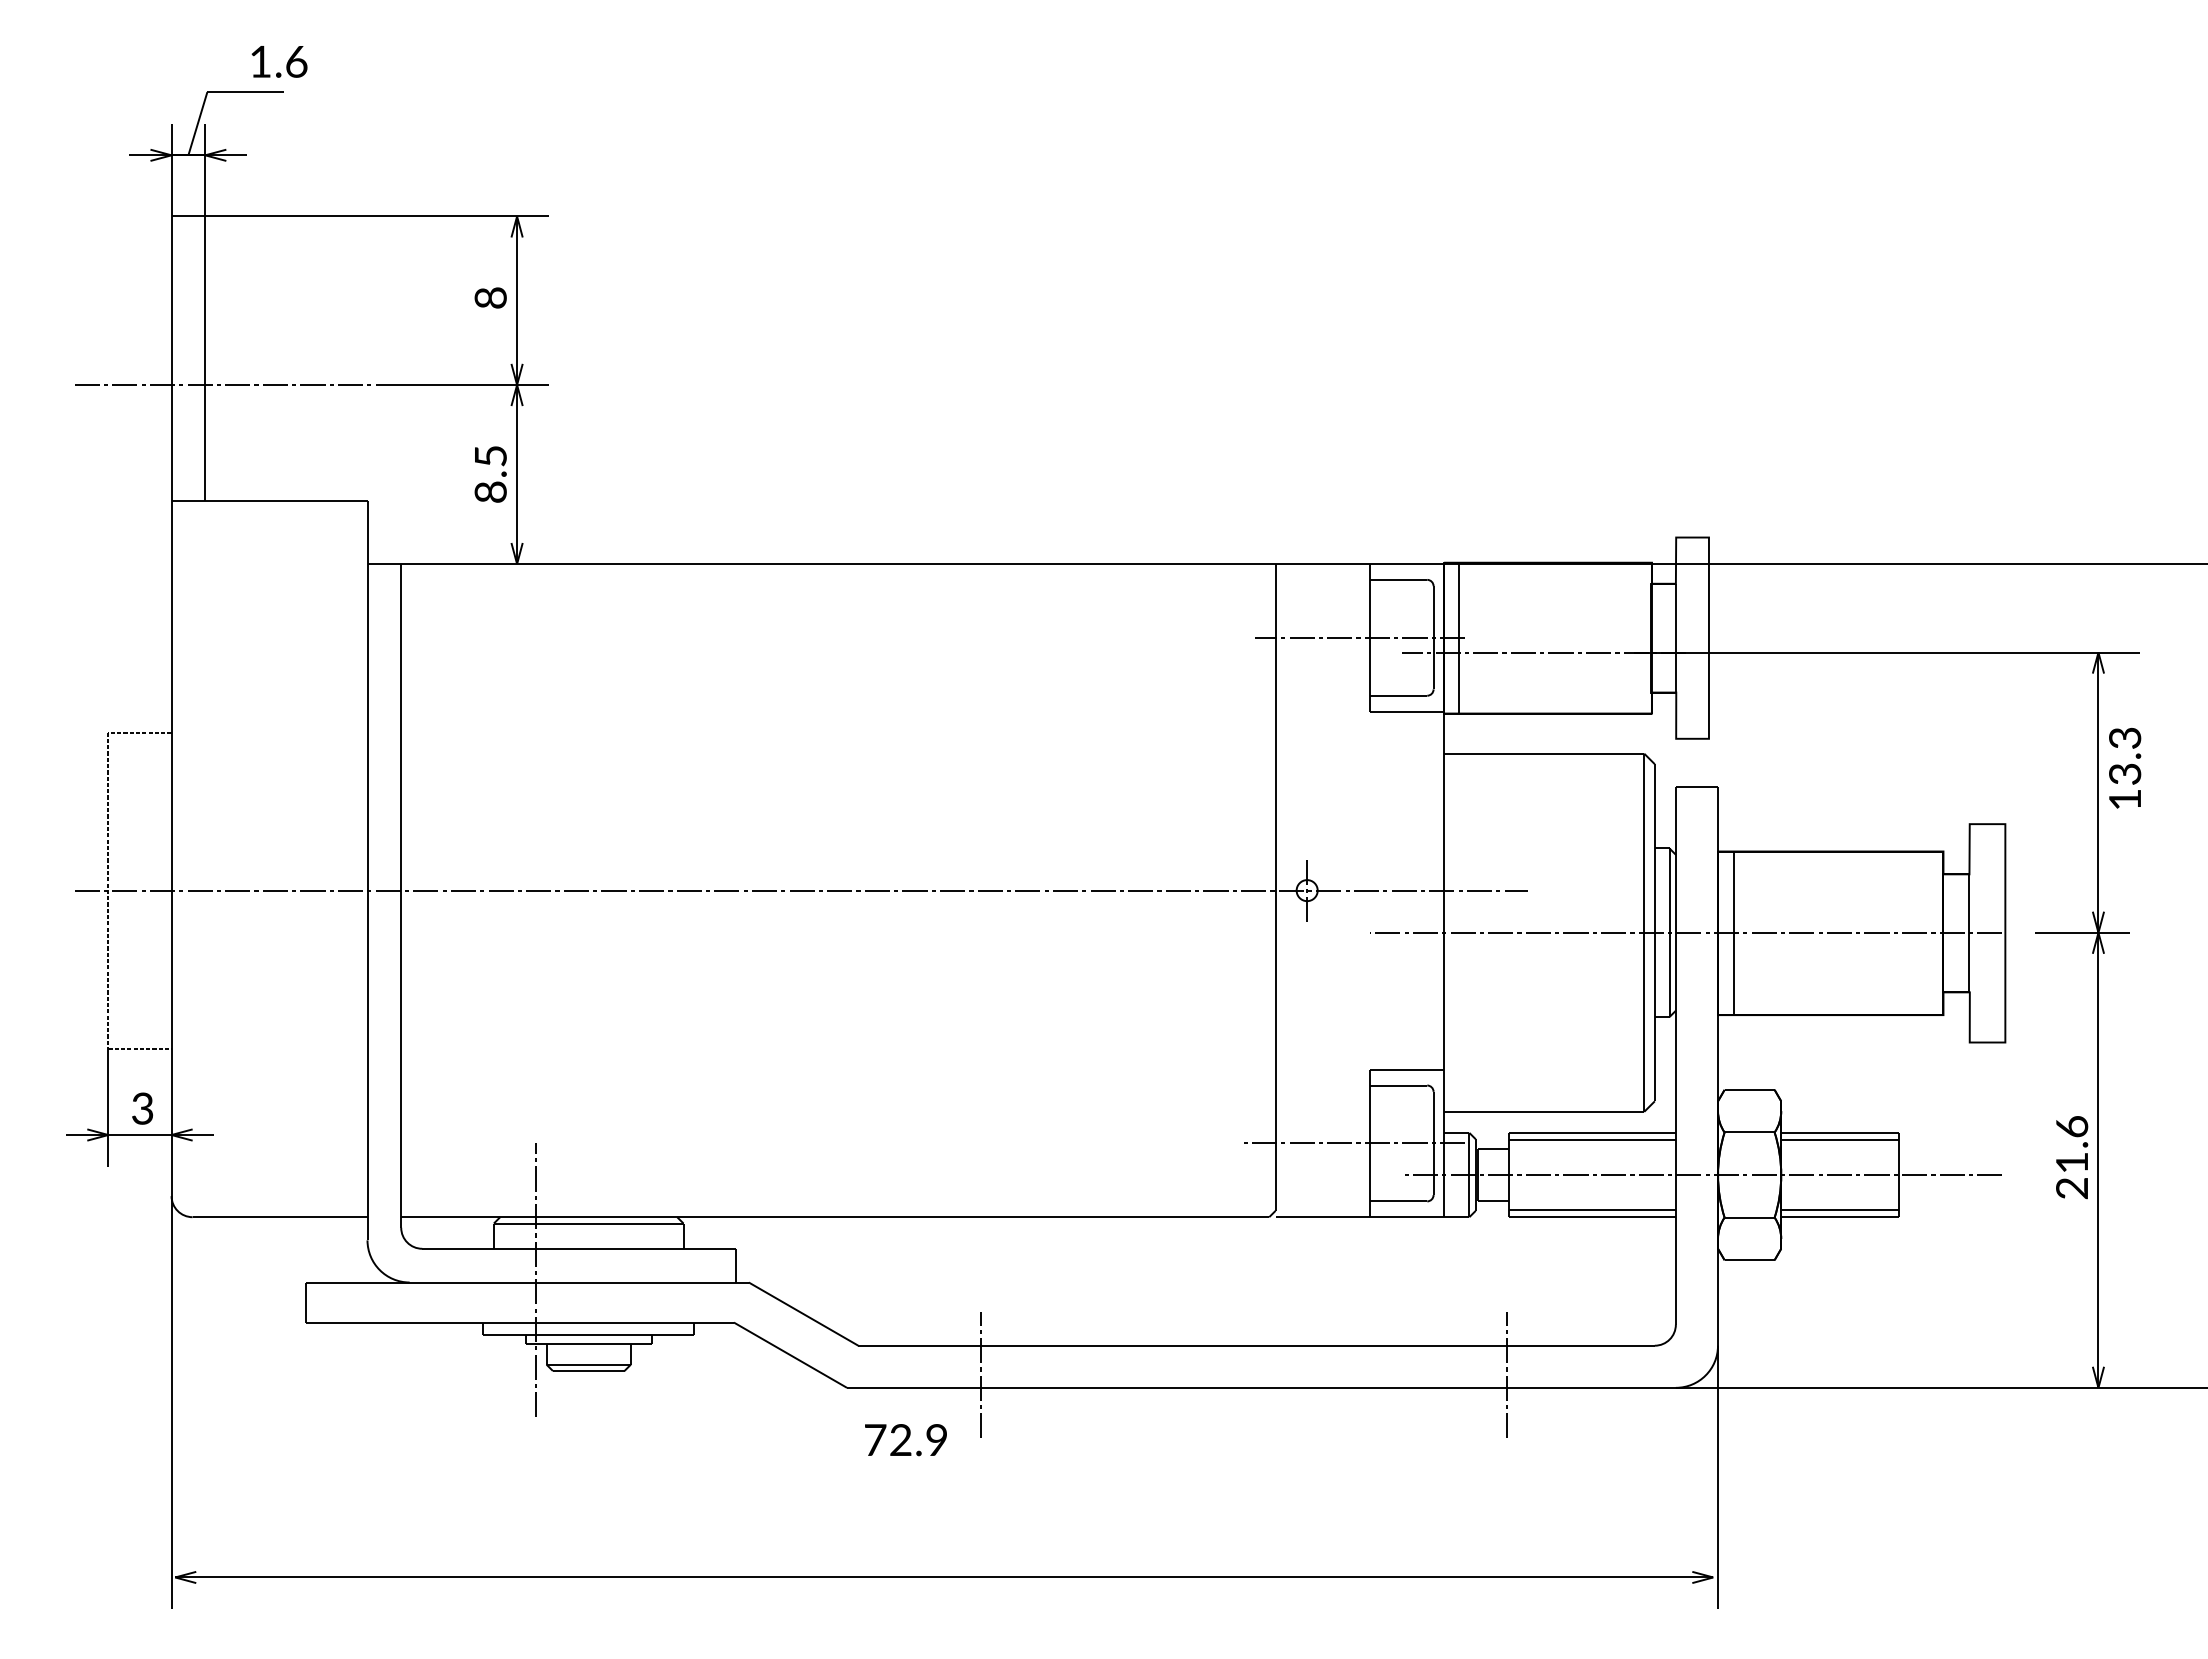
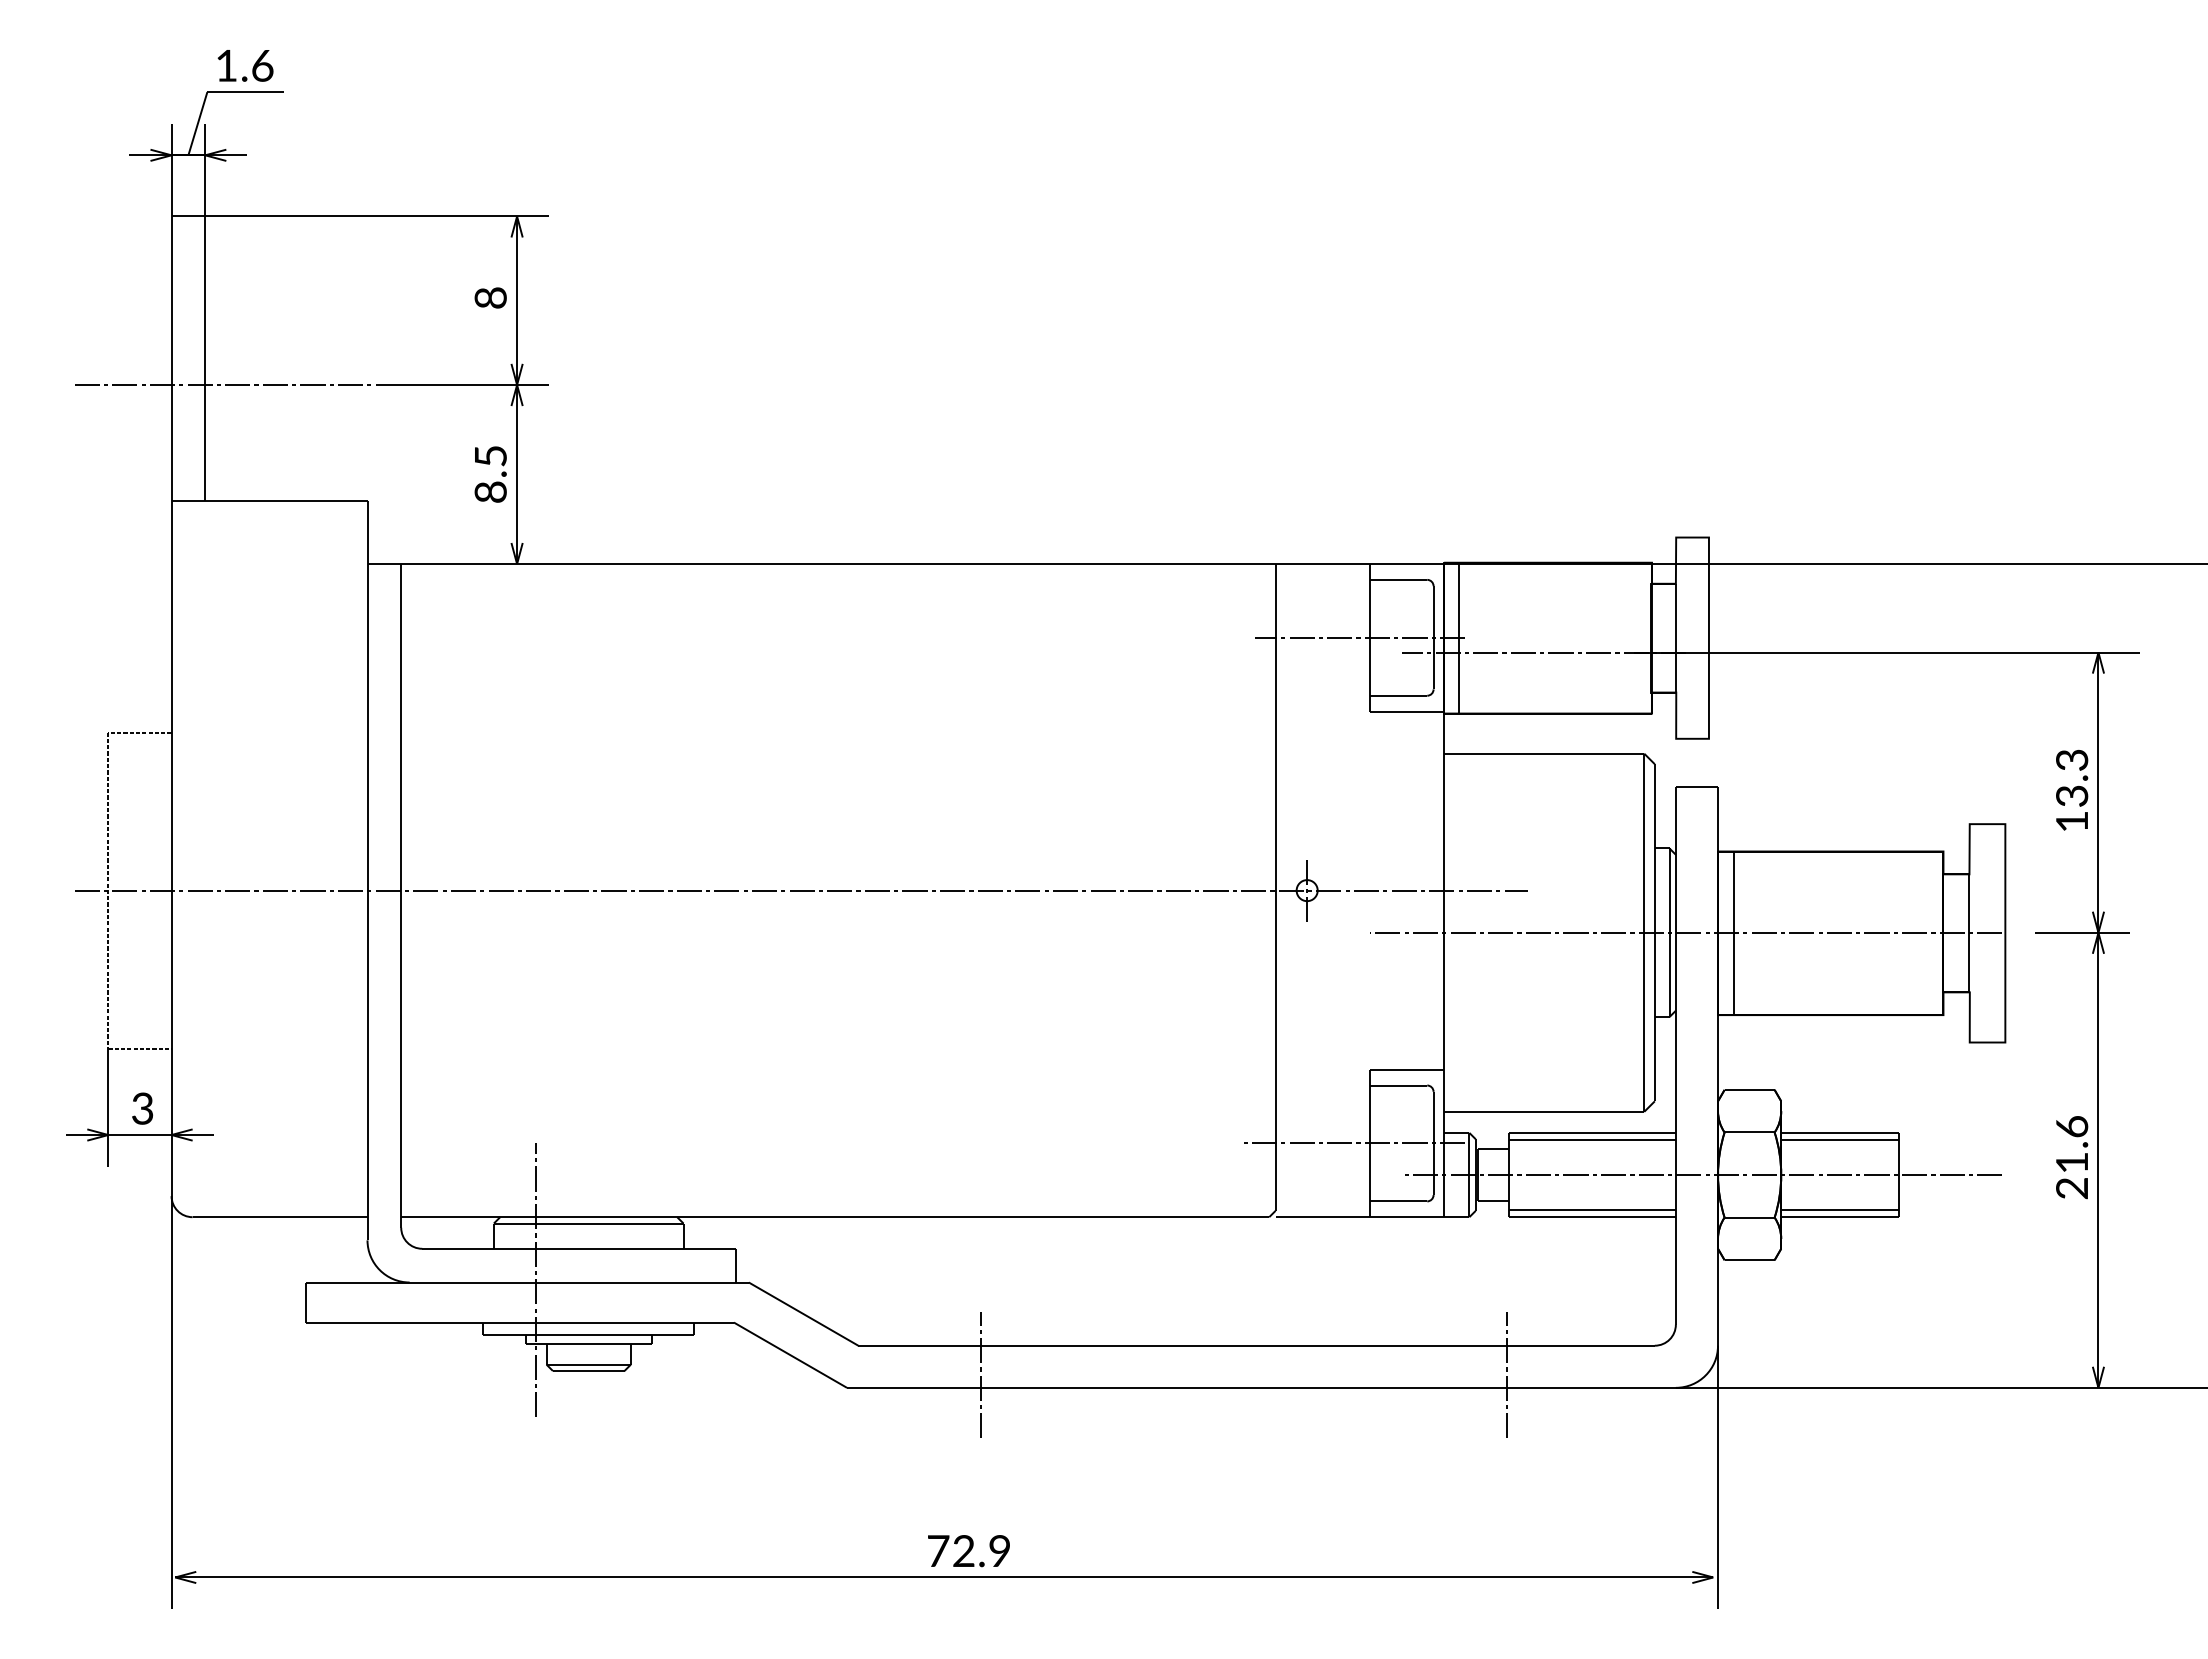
text at (279, 61) position: (279, 61) -> (245, 65)
text at (2125, 768) position: (2125, 768) -> (2072, 790)
text at (905, 1440) position: (905, 1440) -> (968, 1551)
